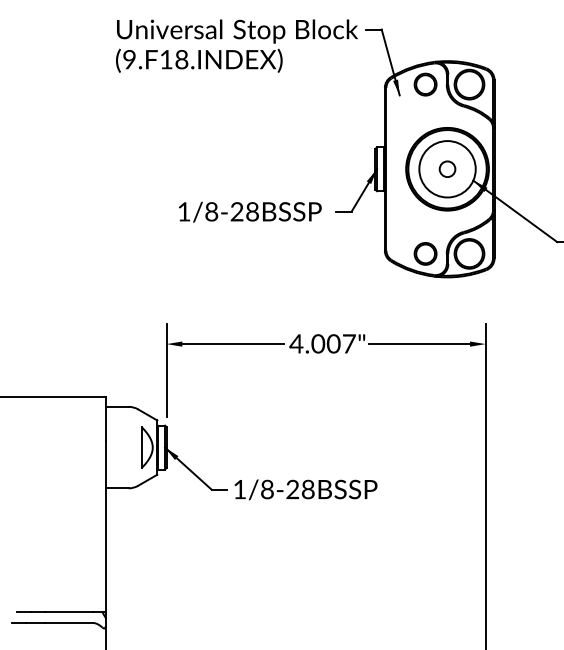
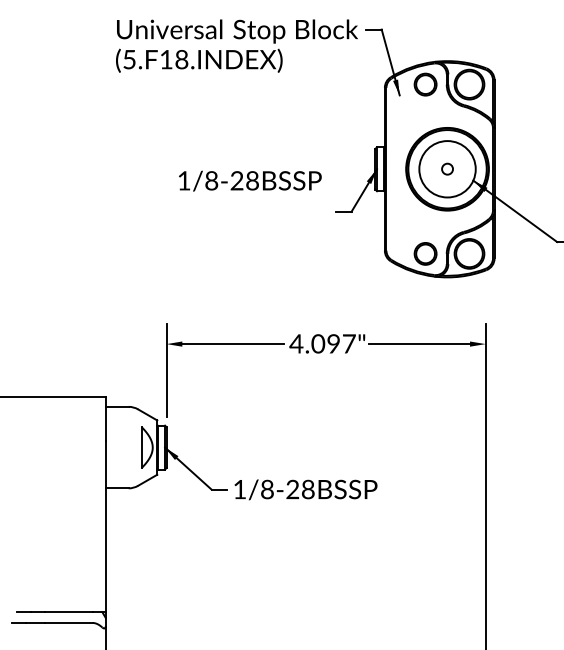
text at (129, 59): (9.F18.INDEX) -> (5.F18.INDEX)
circle at (447, 168) size: 19x18 px -> 13x14 px
text at (250, 211) position: (250, 211) -> (250, 180)
text at (333, 344): 4.007" -> 4.097"
